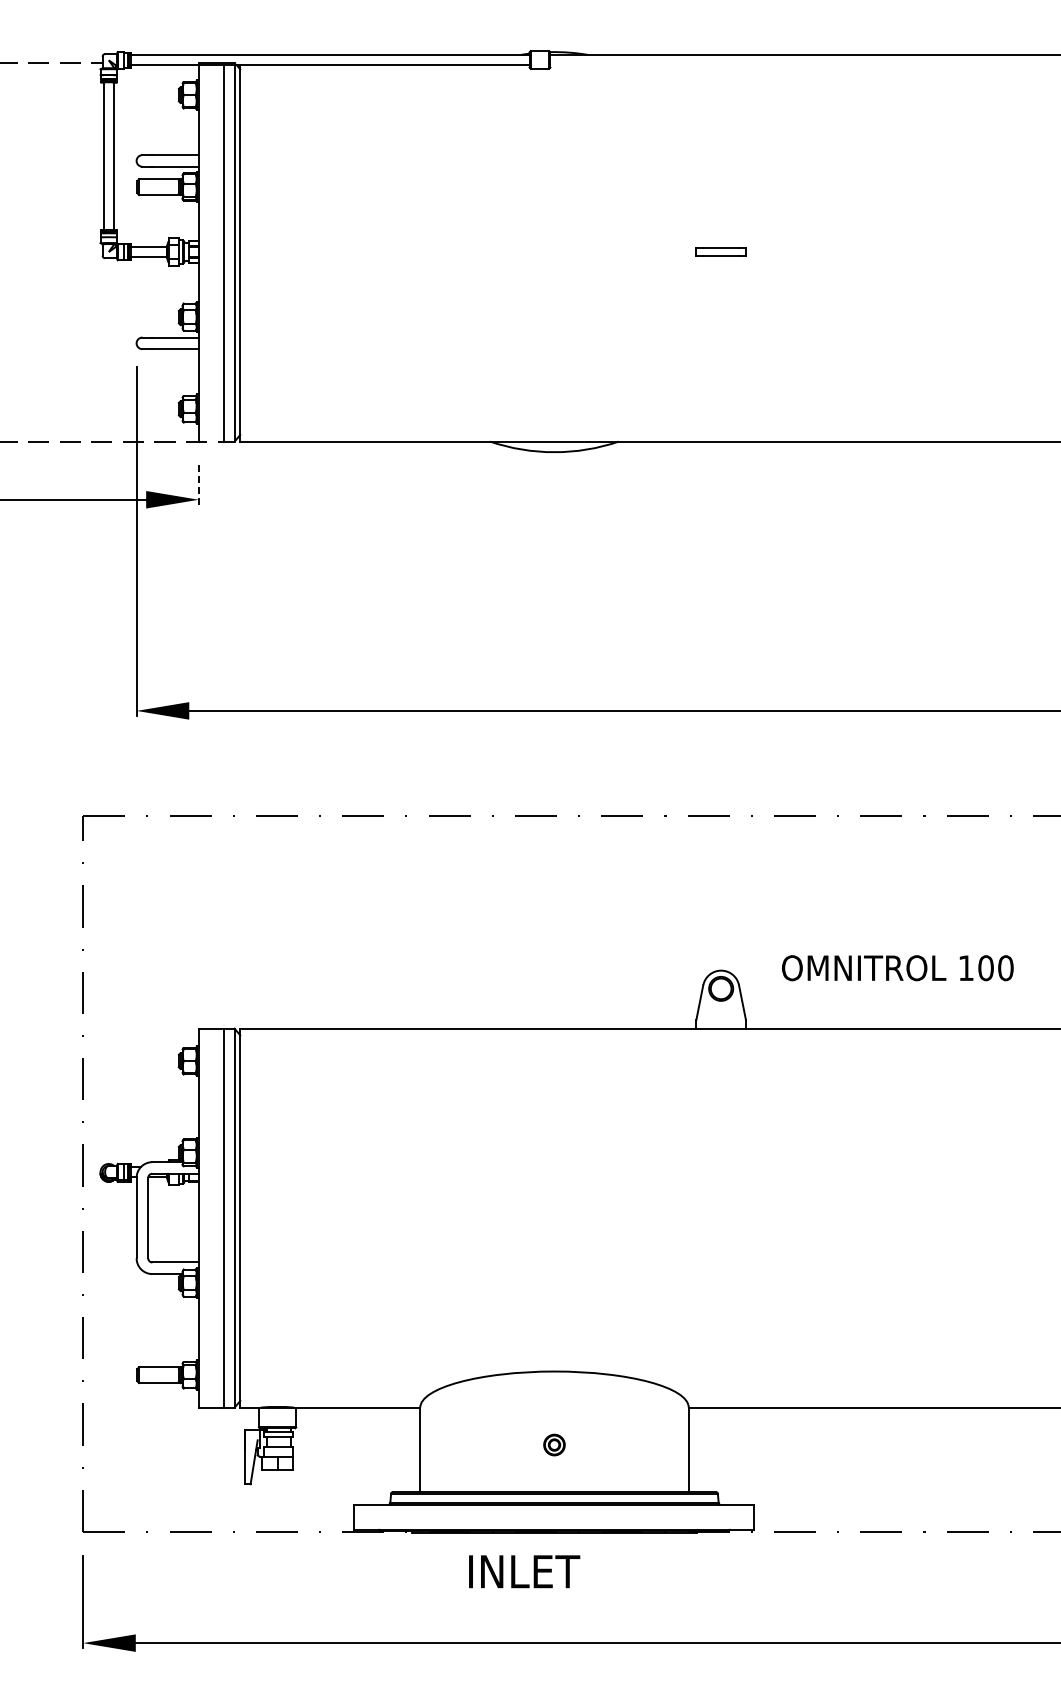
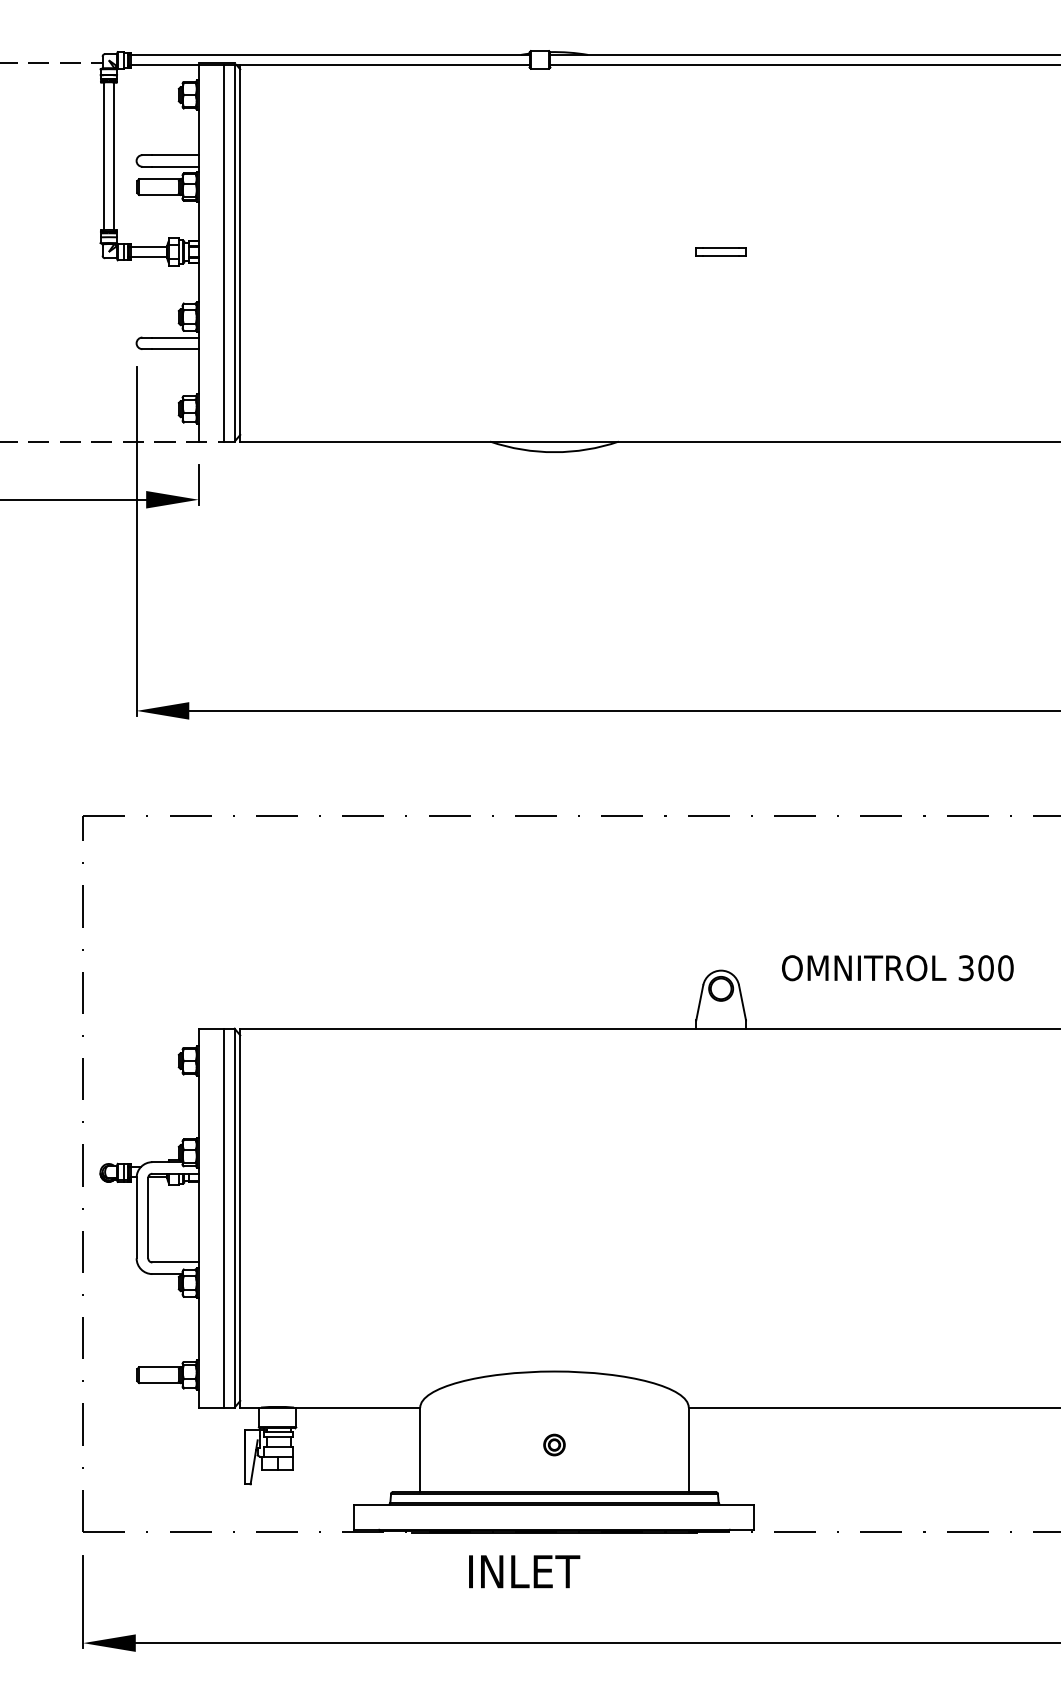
line at (803, 64): none -> present
line at (198, 485): dashed -> solid
text at (965, 968): 100 -> 300
